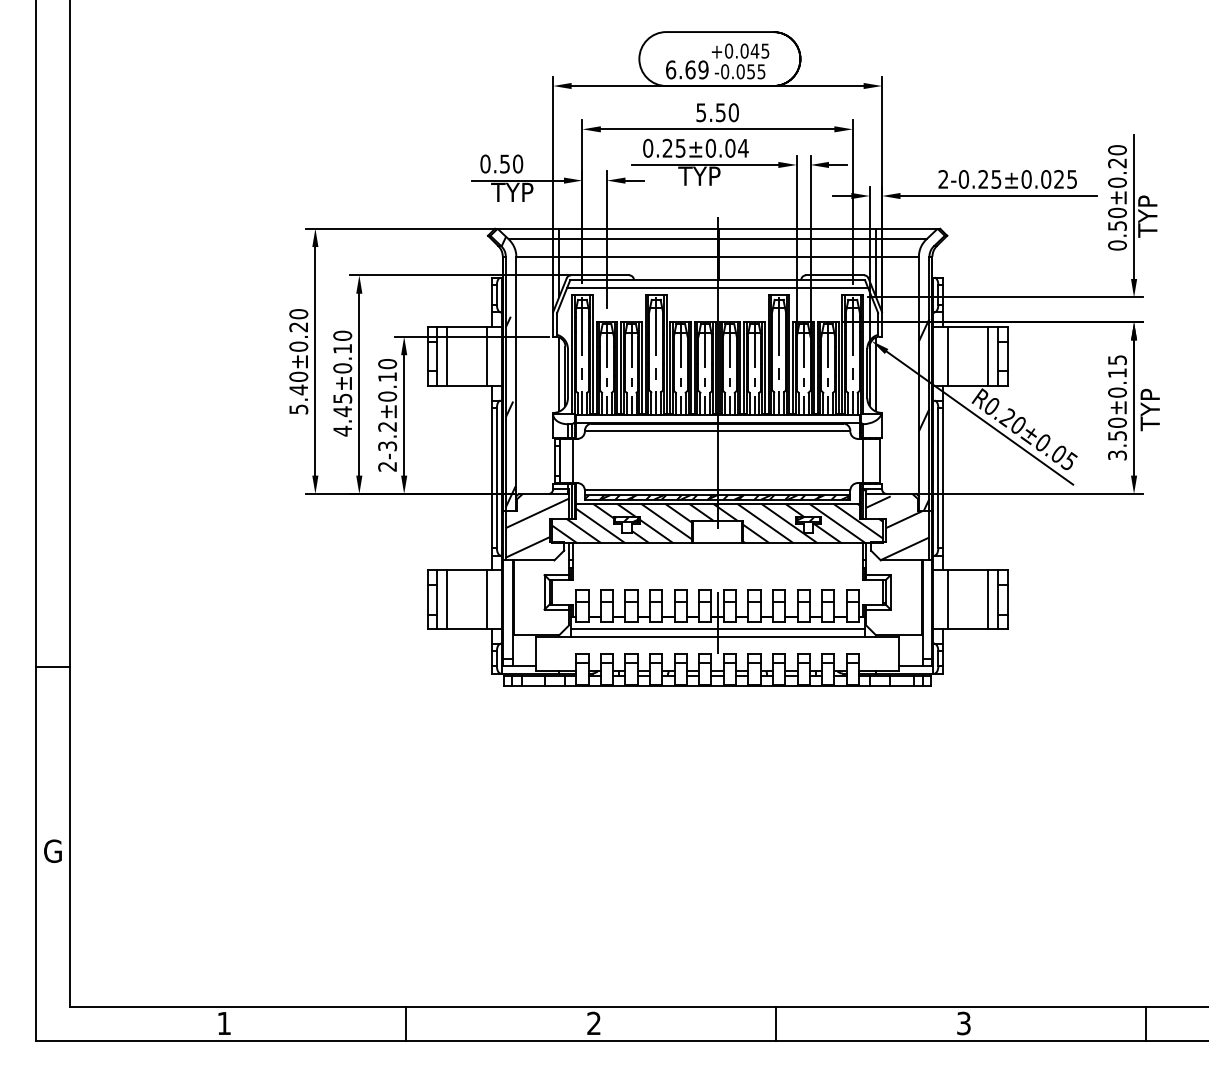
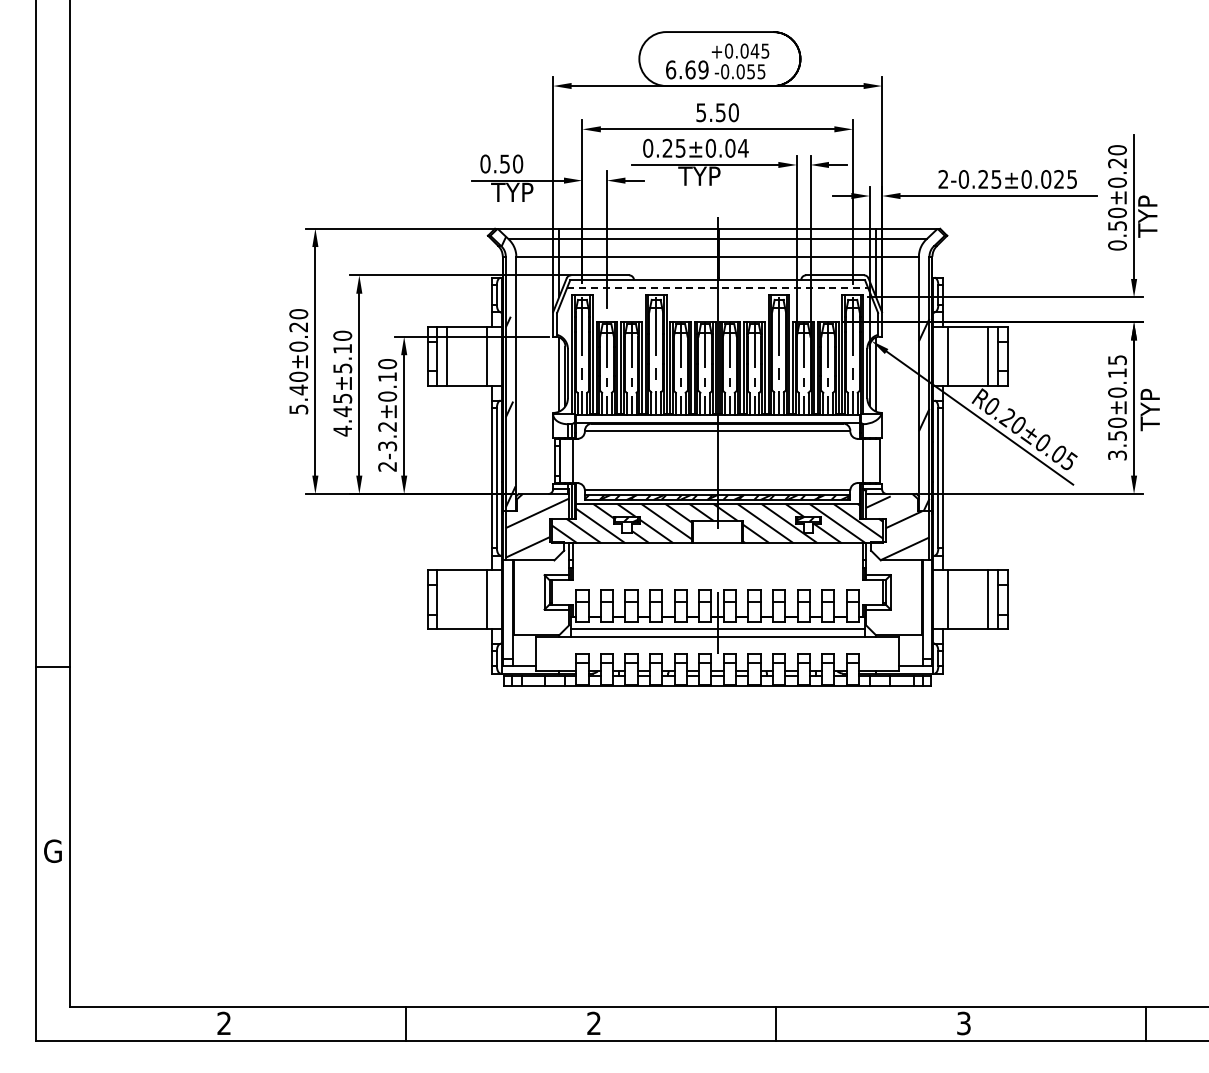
line at (718, 287): solid -> dashed
text at (342, 368): 4.45±0.10 -> 4.45±5.10
line at (447, 599): present -> none
text at (223, 1022): 1 -> 2
